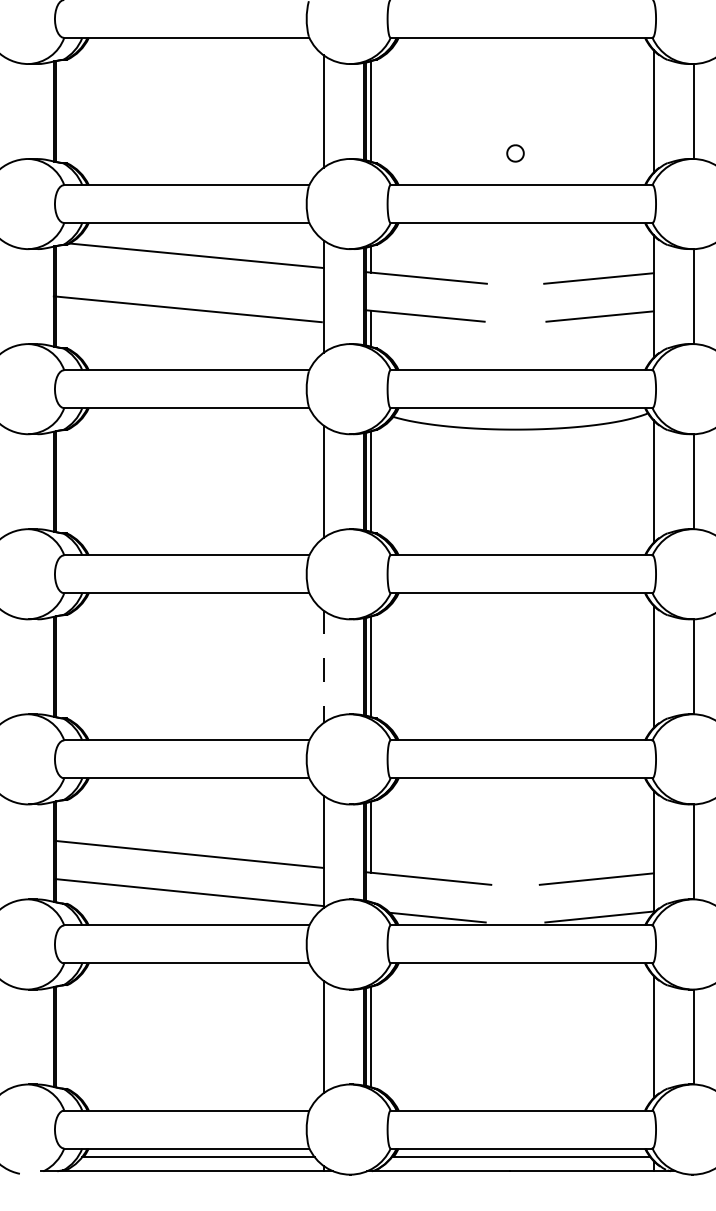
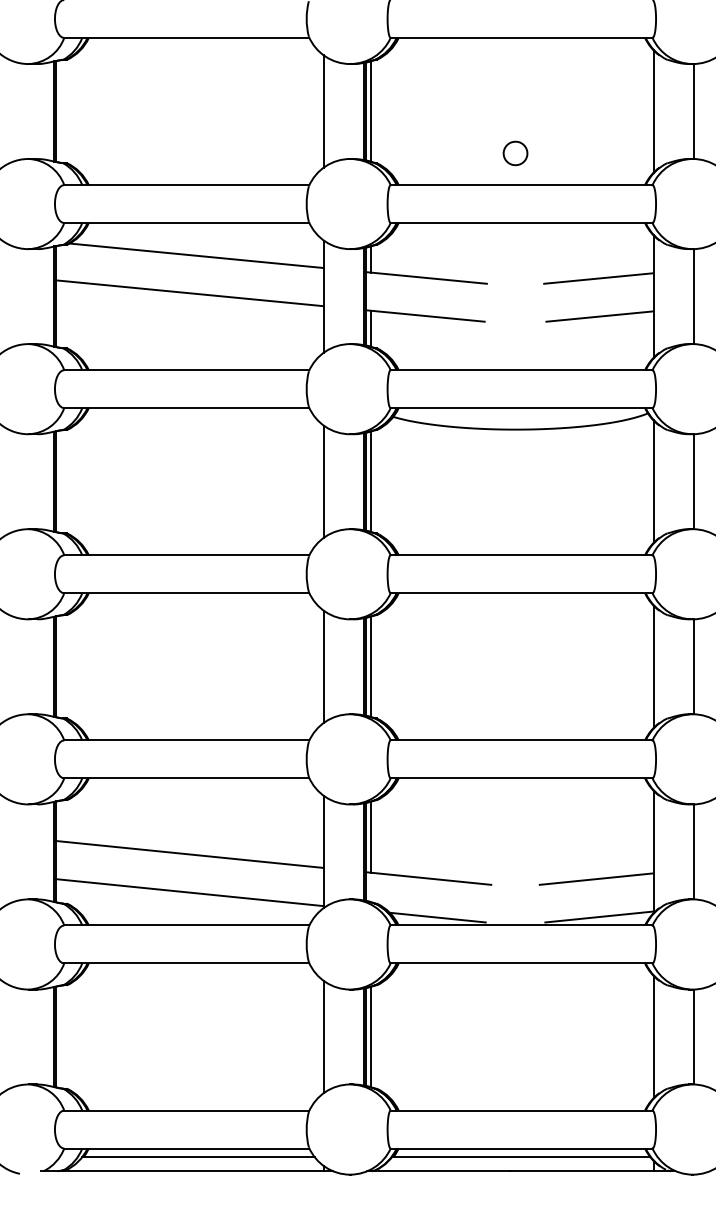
part at (515, 153) size: 19x19 px -> 27x27 px
line at (187, 309) position: (187, 309) -> (189, 293)
line at (323, 667): dashed -> solid
